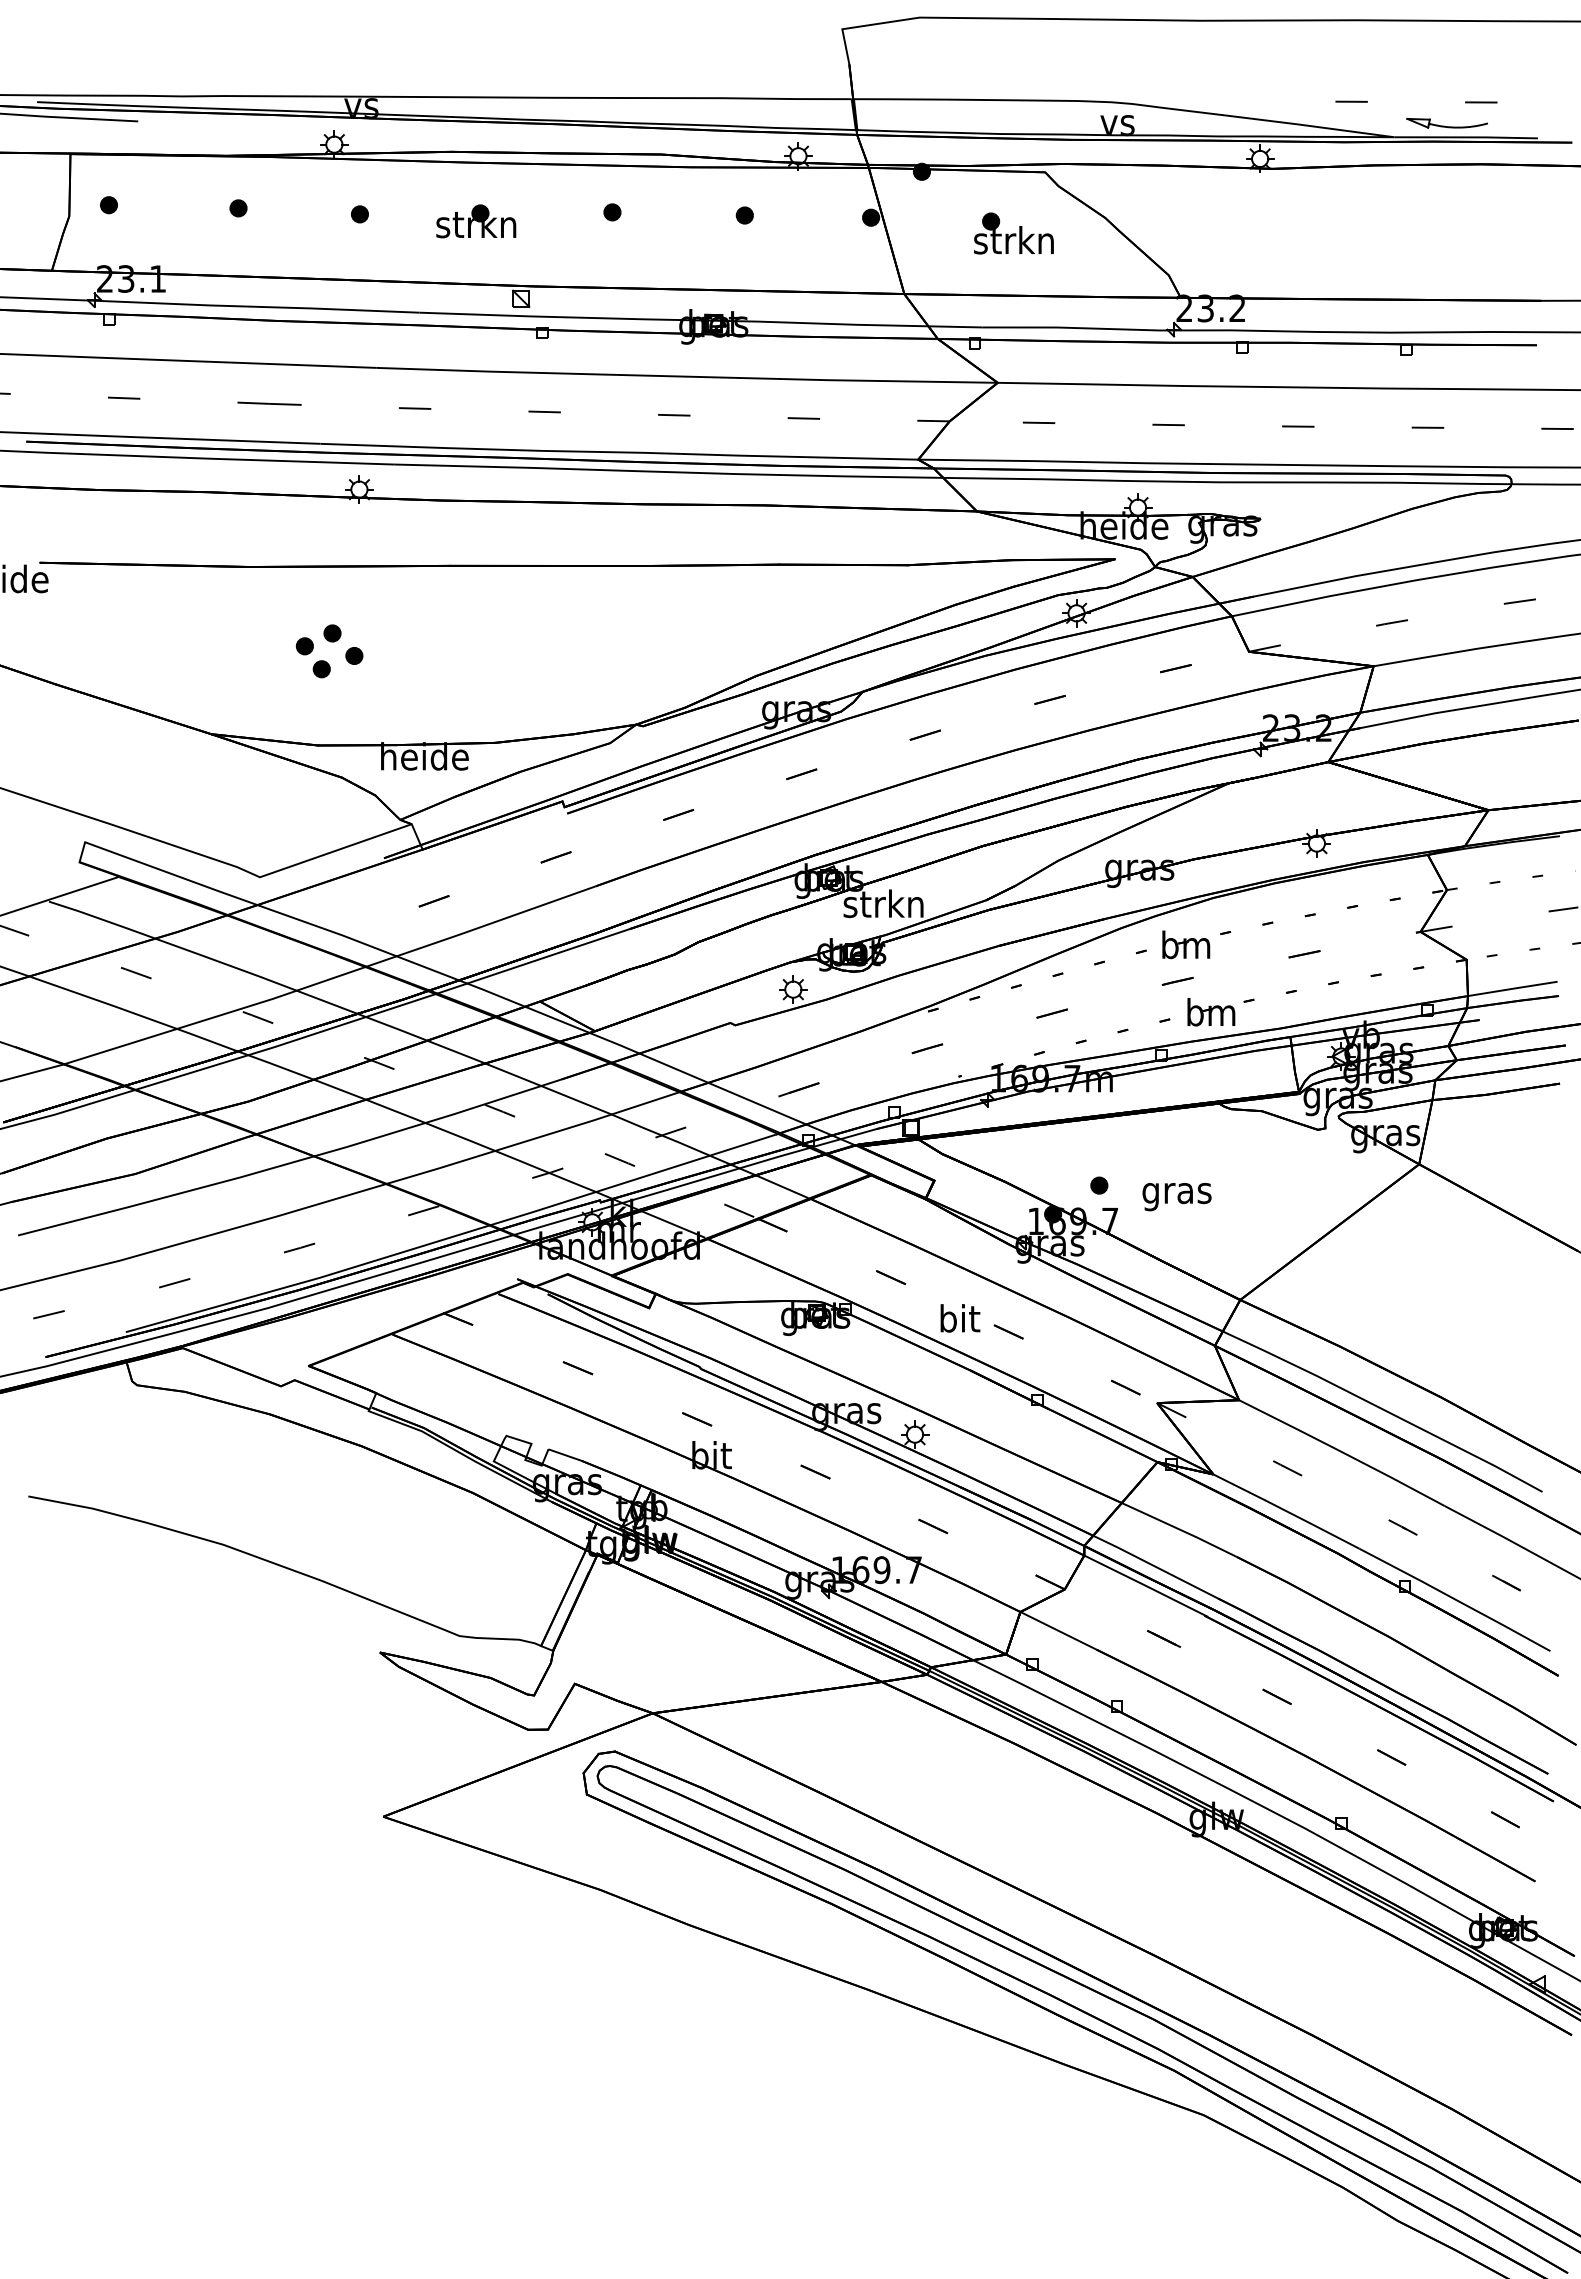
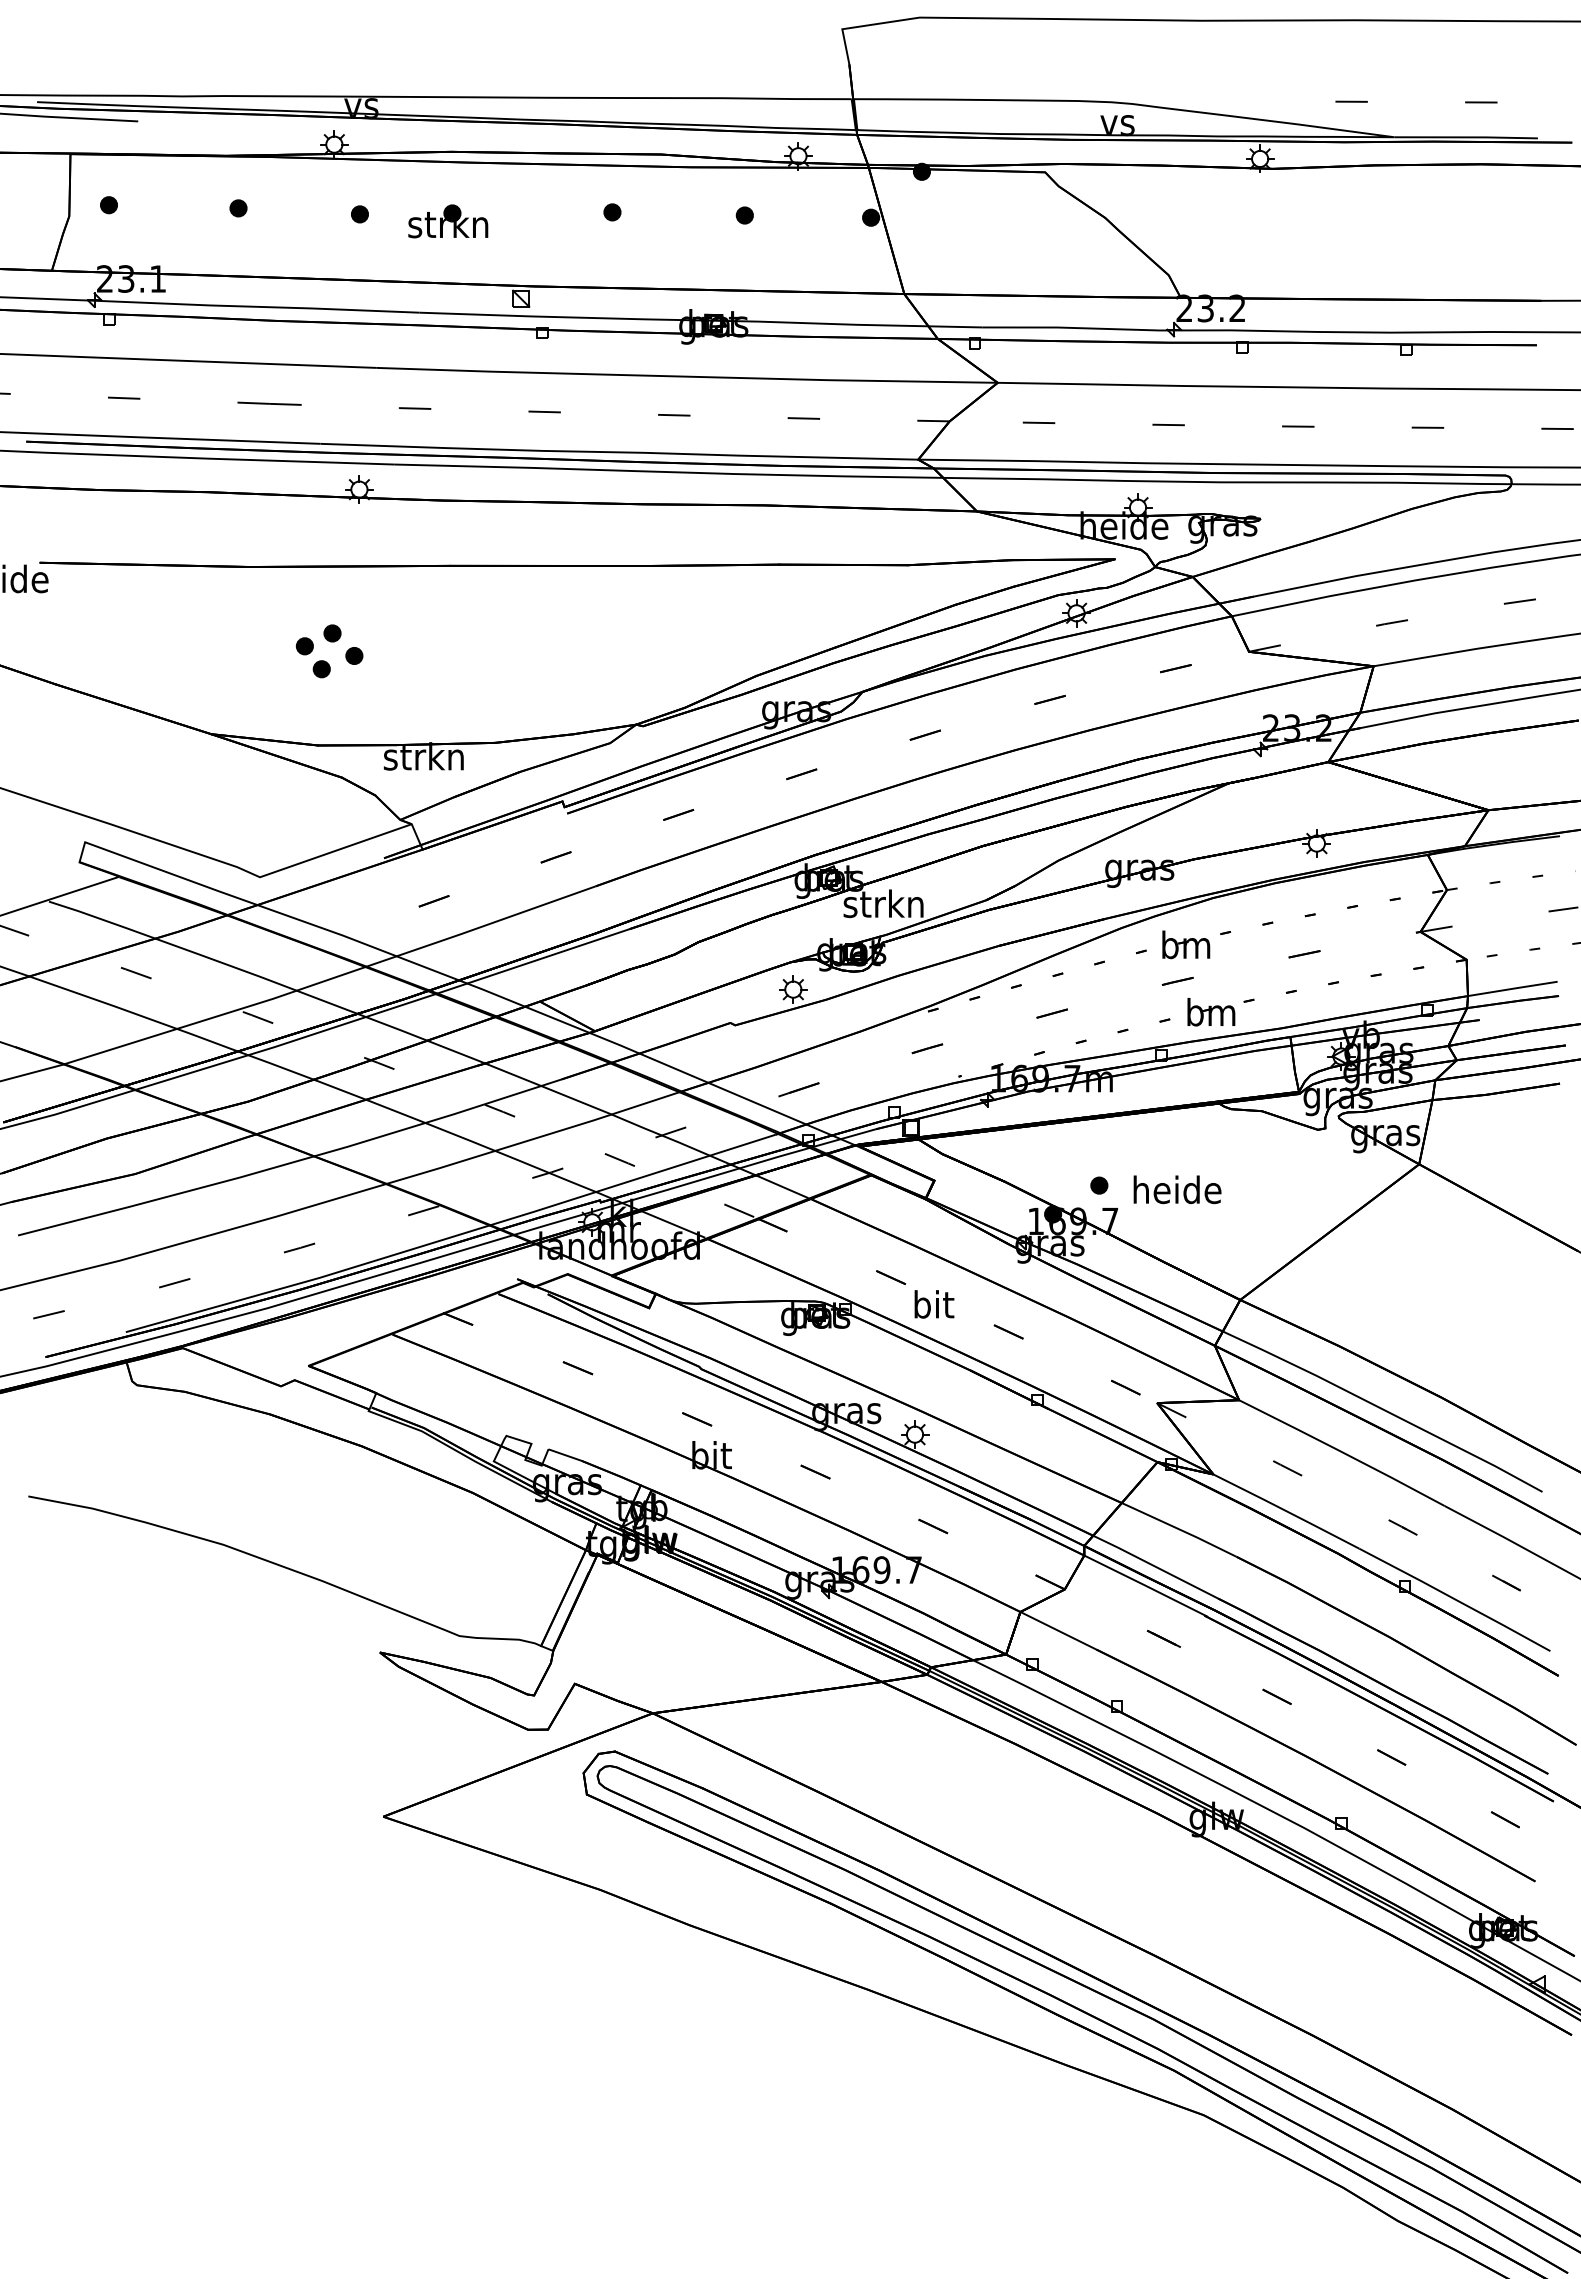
part at (1446, 122): present -> none
part at (476, 221) position: (476, 221) -> (448, 221)
part at (1013, 233): present -> none
text at (424, 756): heide -> strkn
text at (1177, 1193): gras -> heide
text at (960, 1318) position: (960, 1318) -> (934, 1304)
